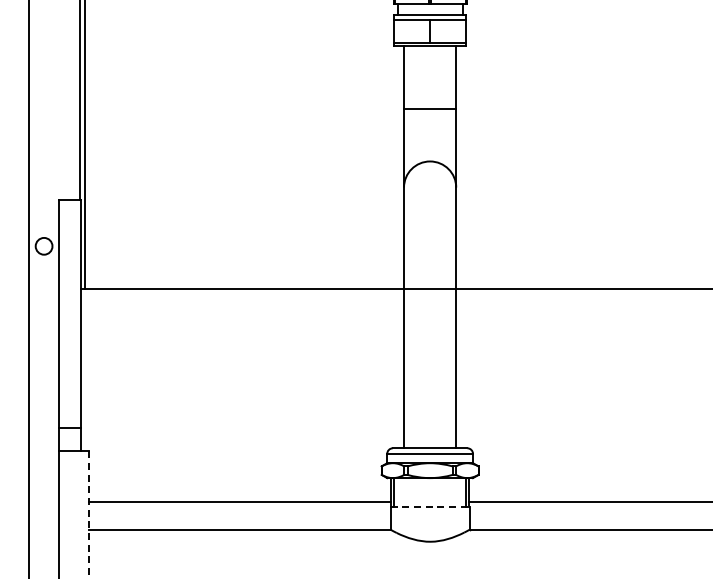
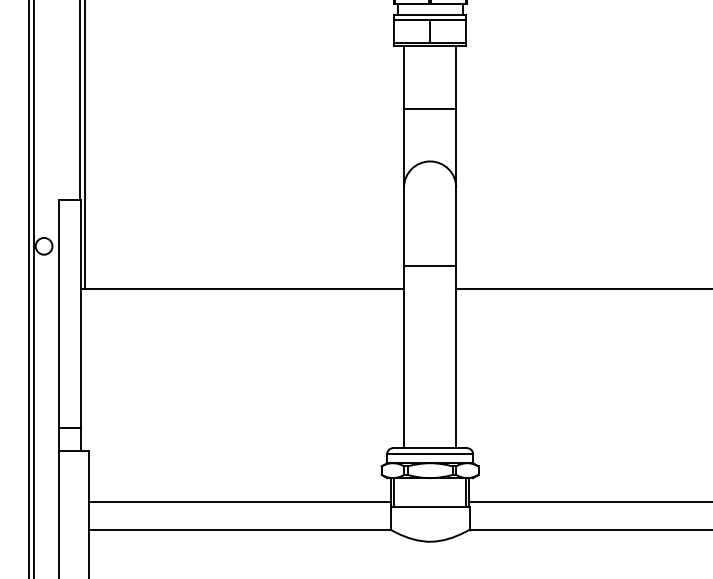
line at (33, 288): none -> present
line at (430, 288) position: (430, 288) -> (430, 265)
line at (430, 507): dashed -> solid
line at (88, 515): dashed -> solid
